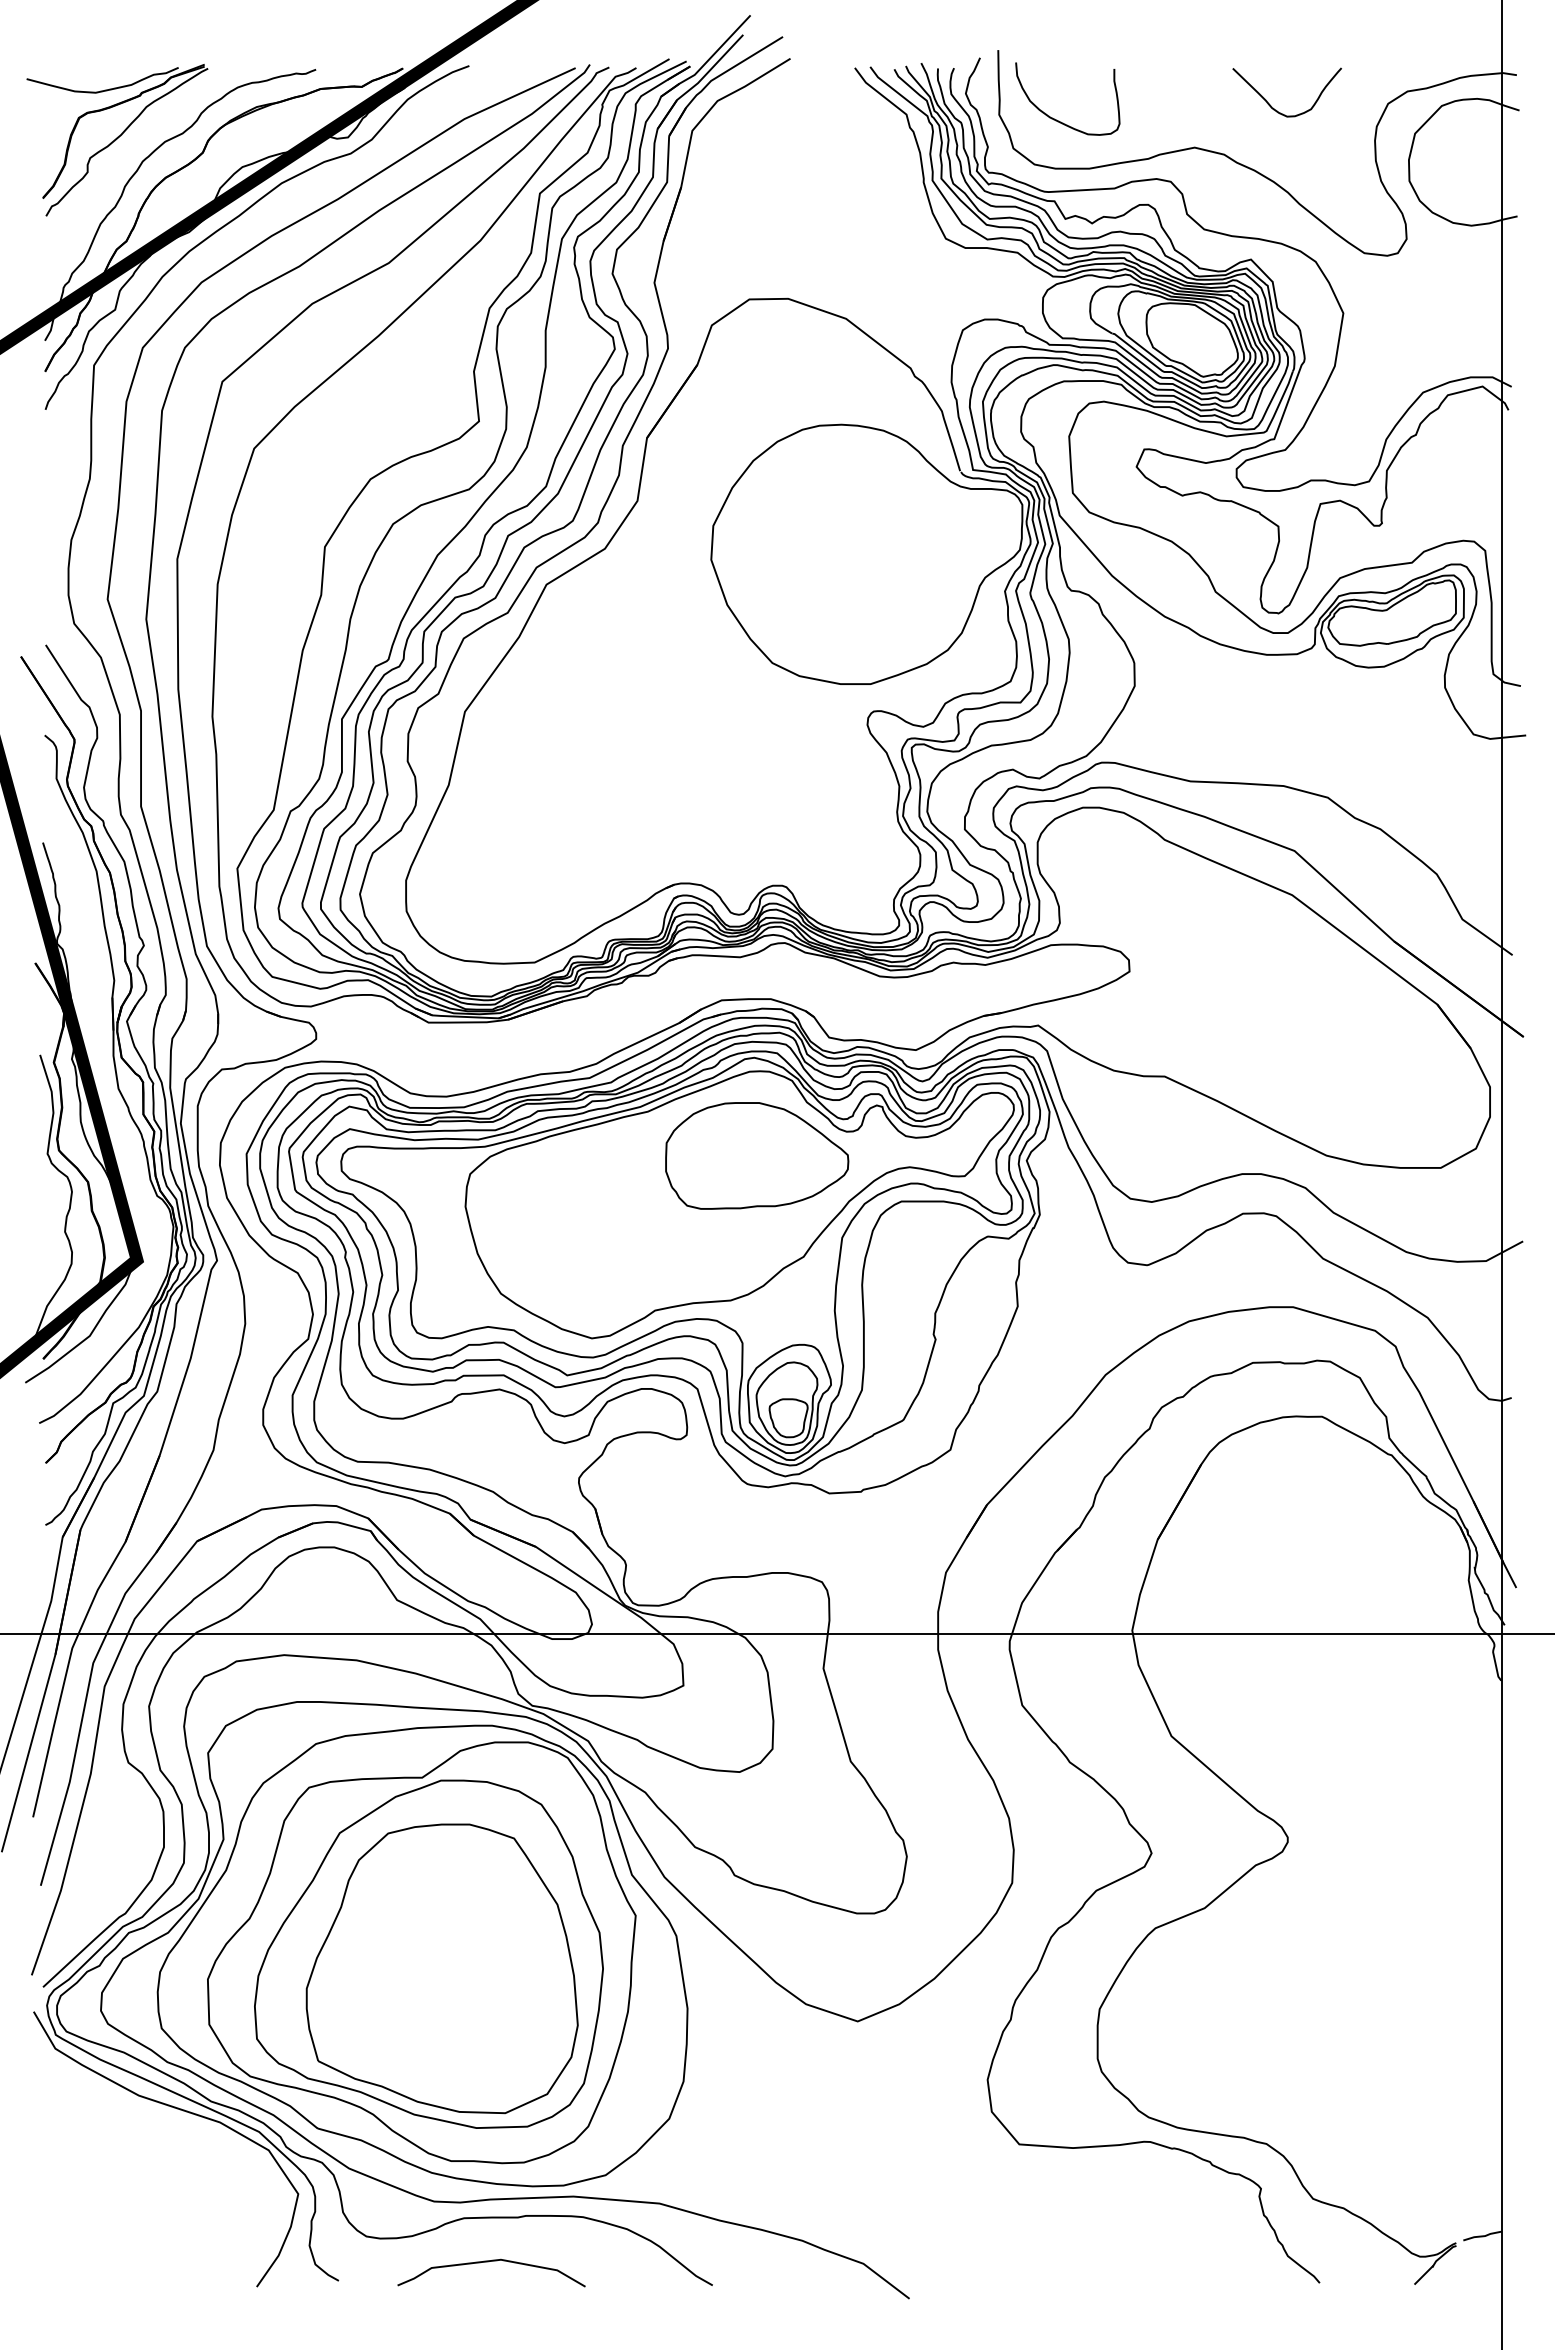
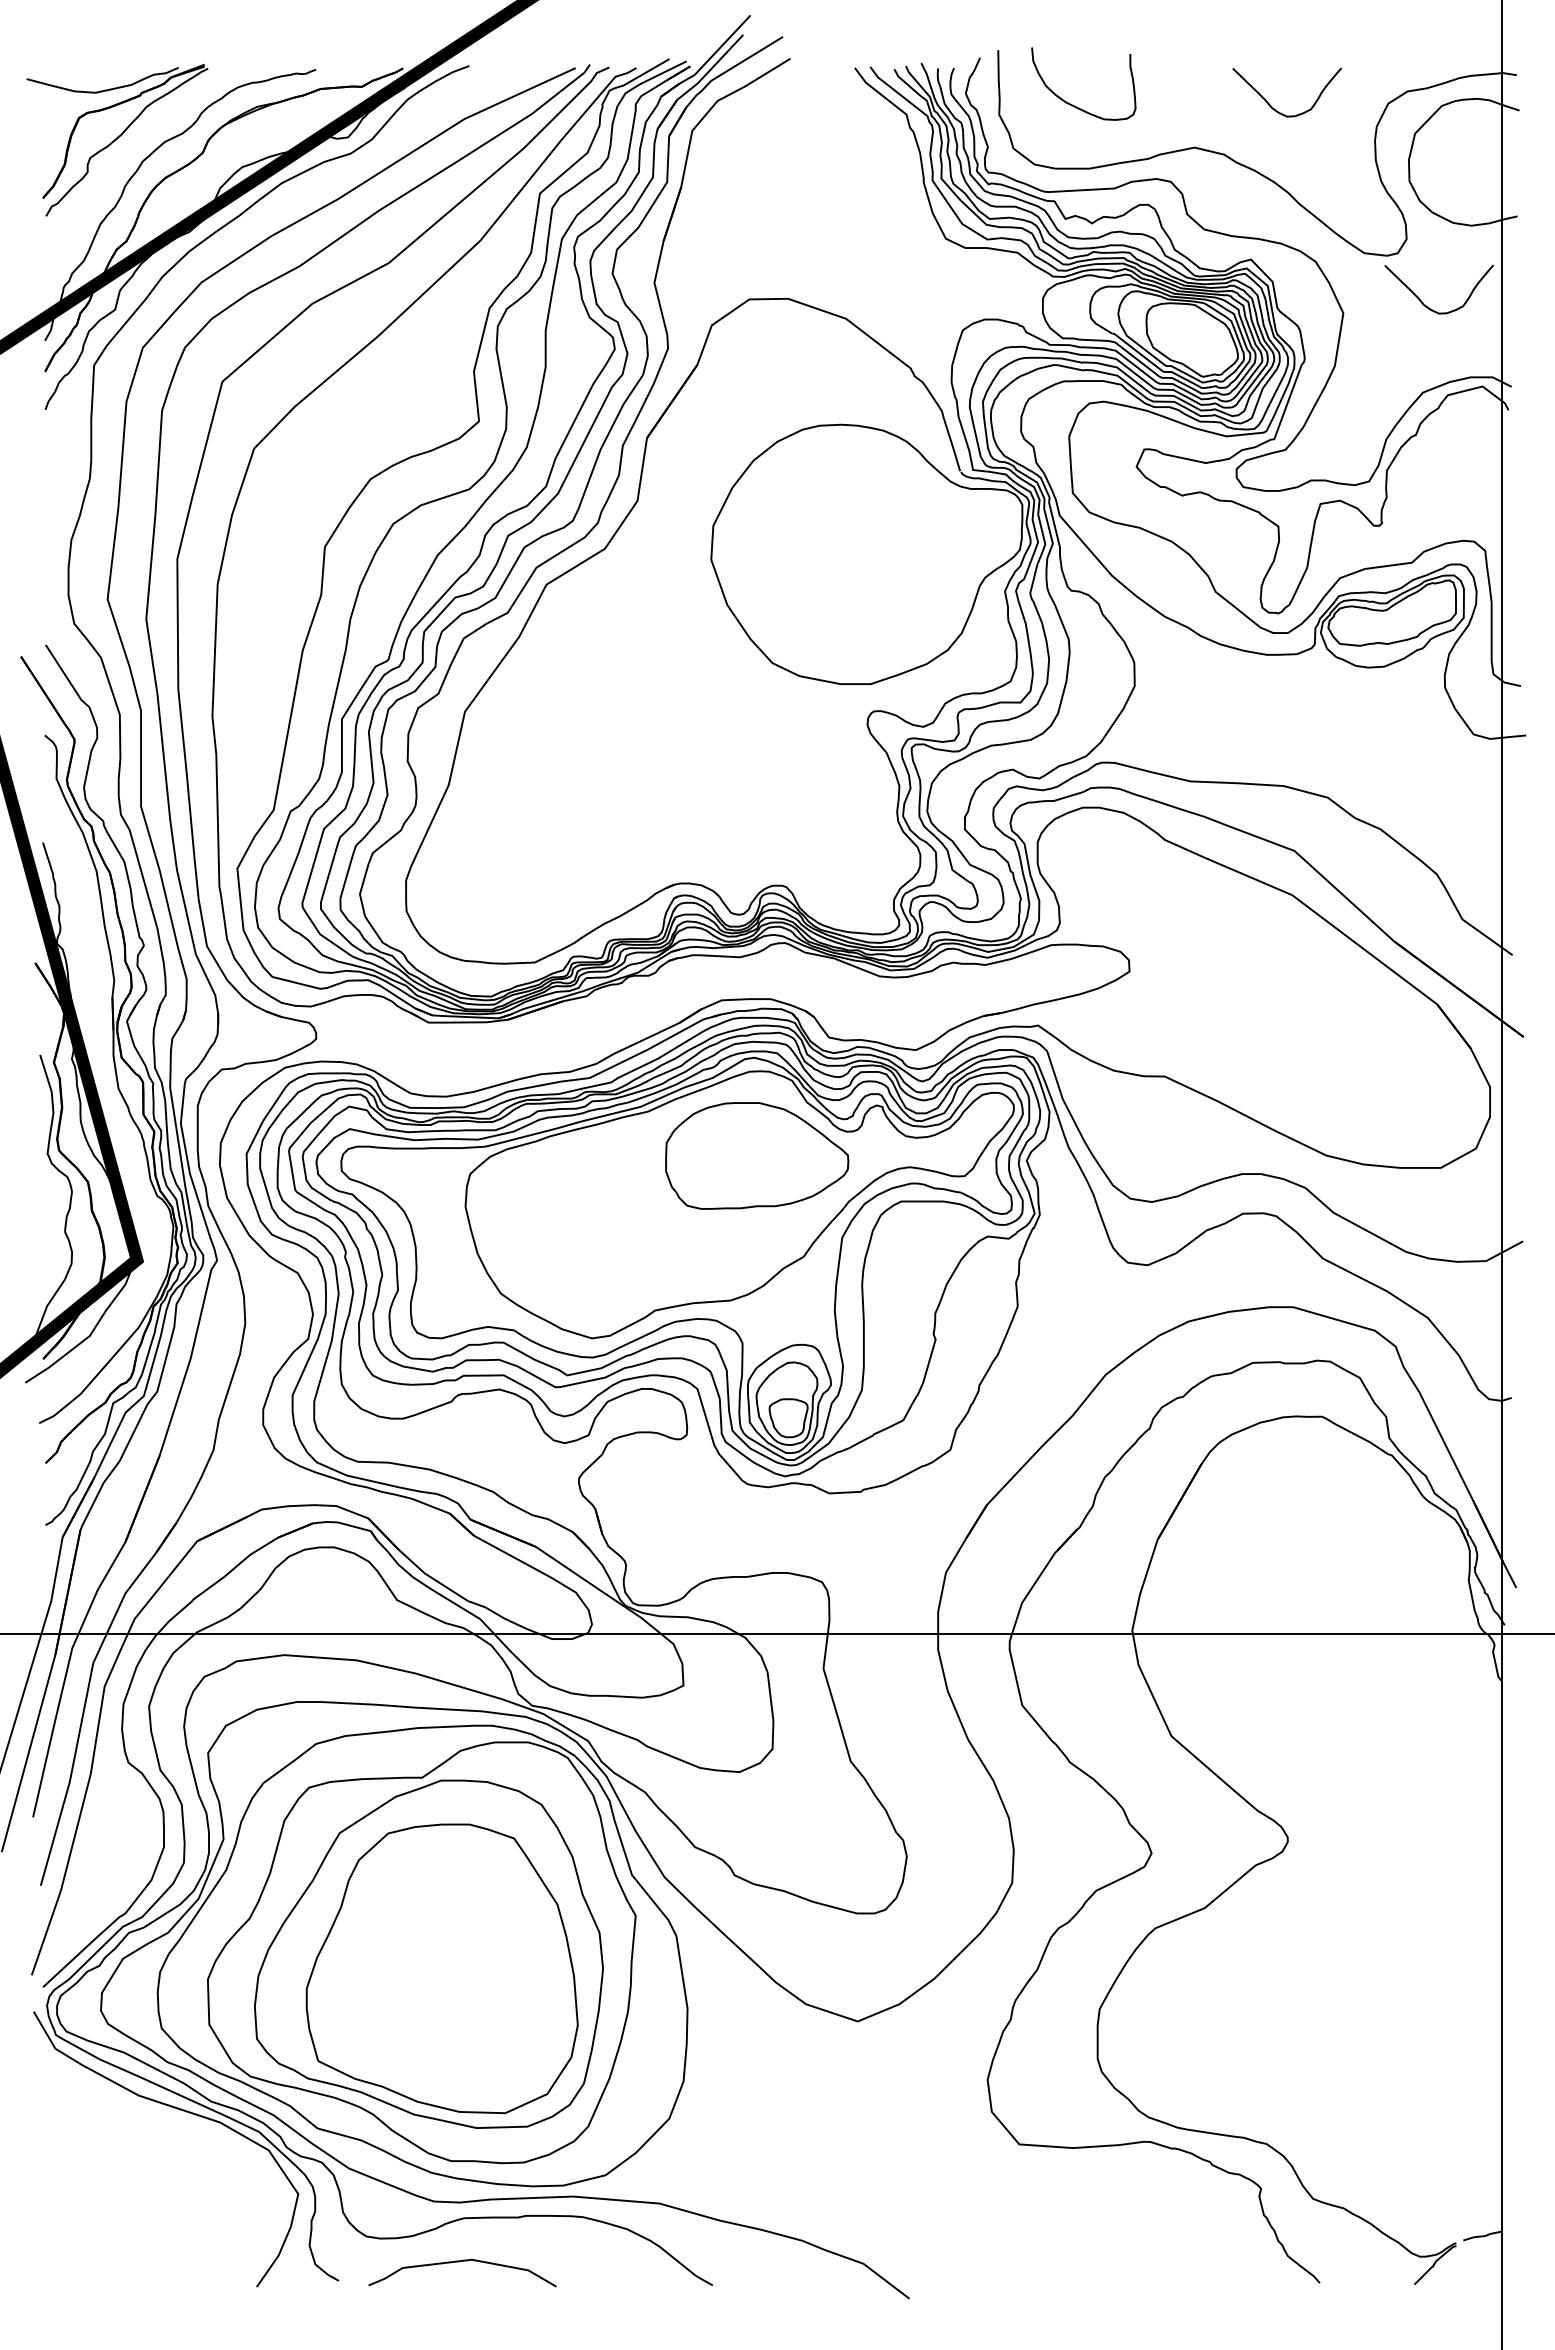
curve at (1056, 119) position: (1056, 119) -> (1072, 104)
curve at (1423, 302): none -> present
curve at (488, 2262) position: (488, 2262) -> (459, 2262)
